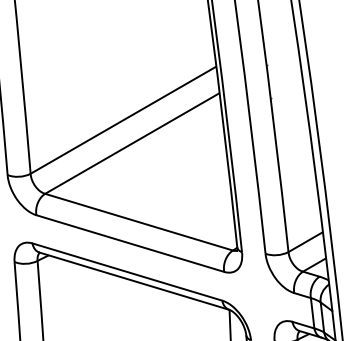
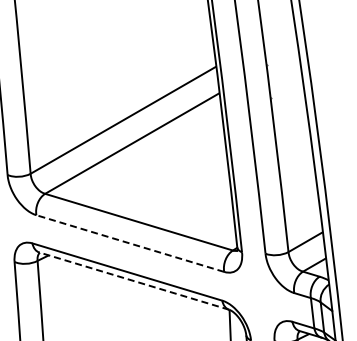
line at (129, 243): solid -> dashed
line at (133, 281): solid -> dashed
